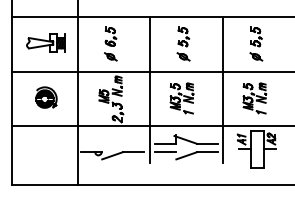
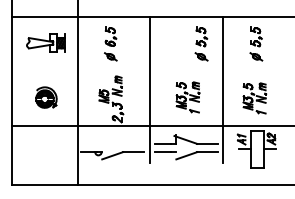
part at (183, 43) position: (183, 43) -> (201, 43)
line at (151, 71): present -> none
part at (181, 98) position: (181, 98) -> (187, 97)
